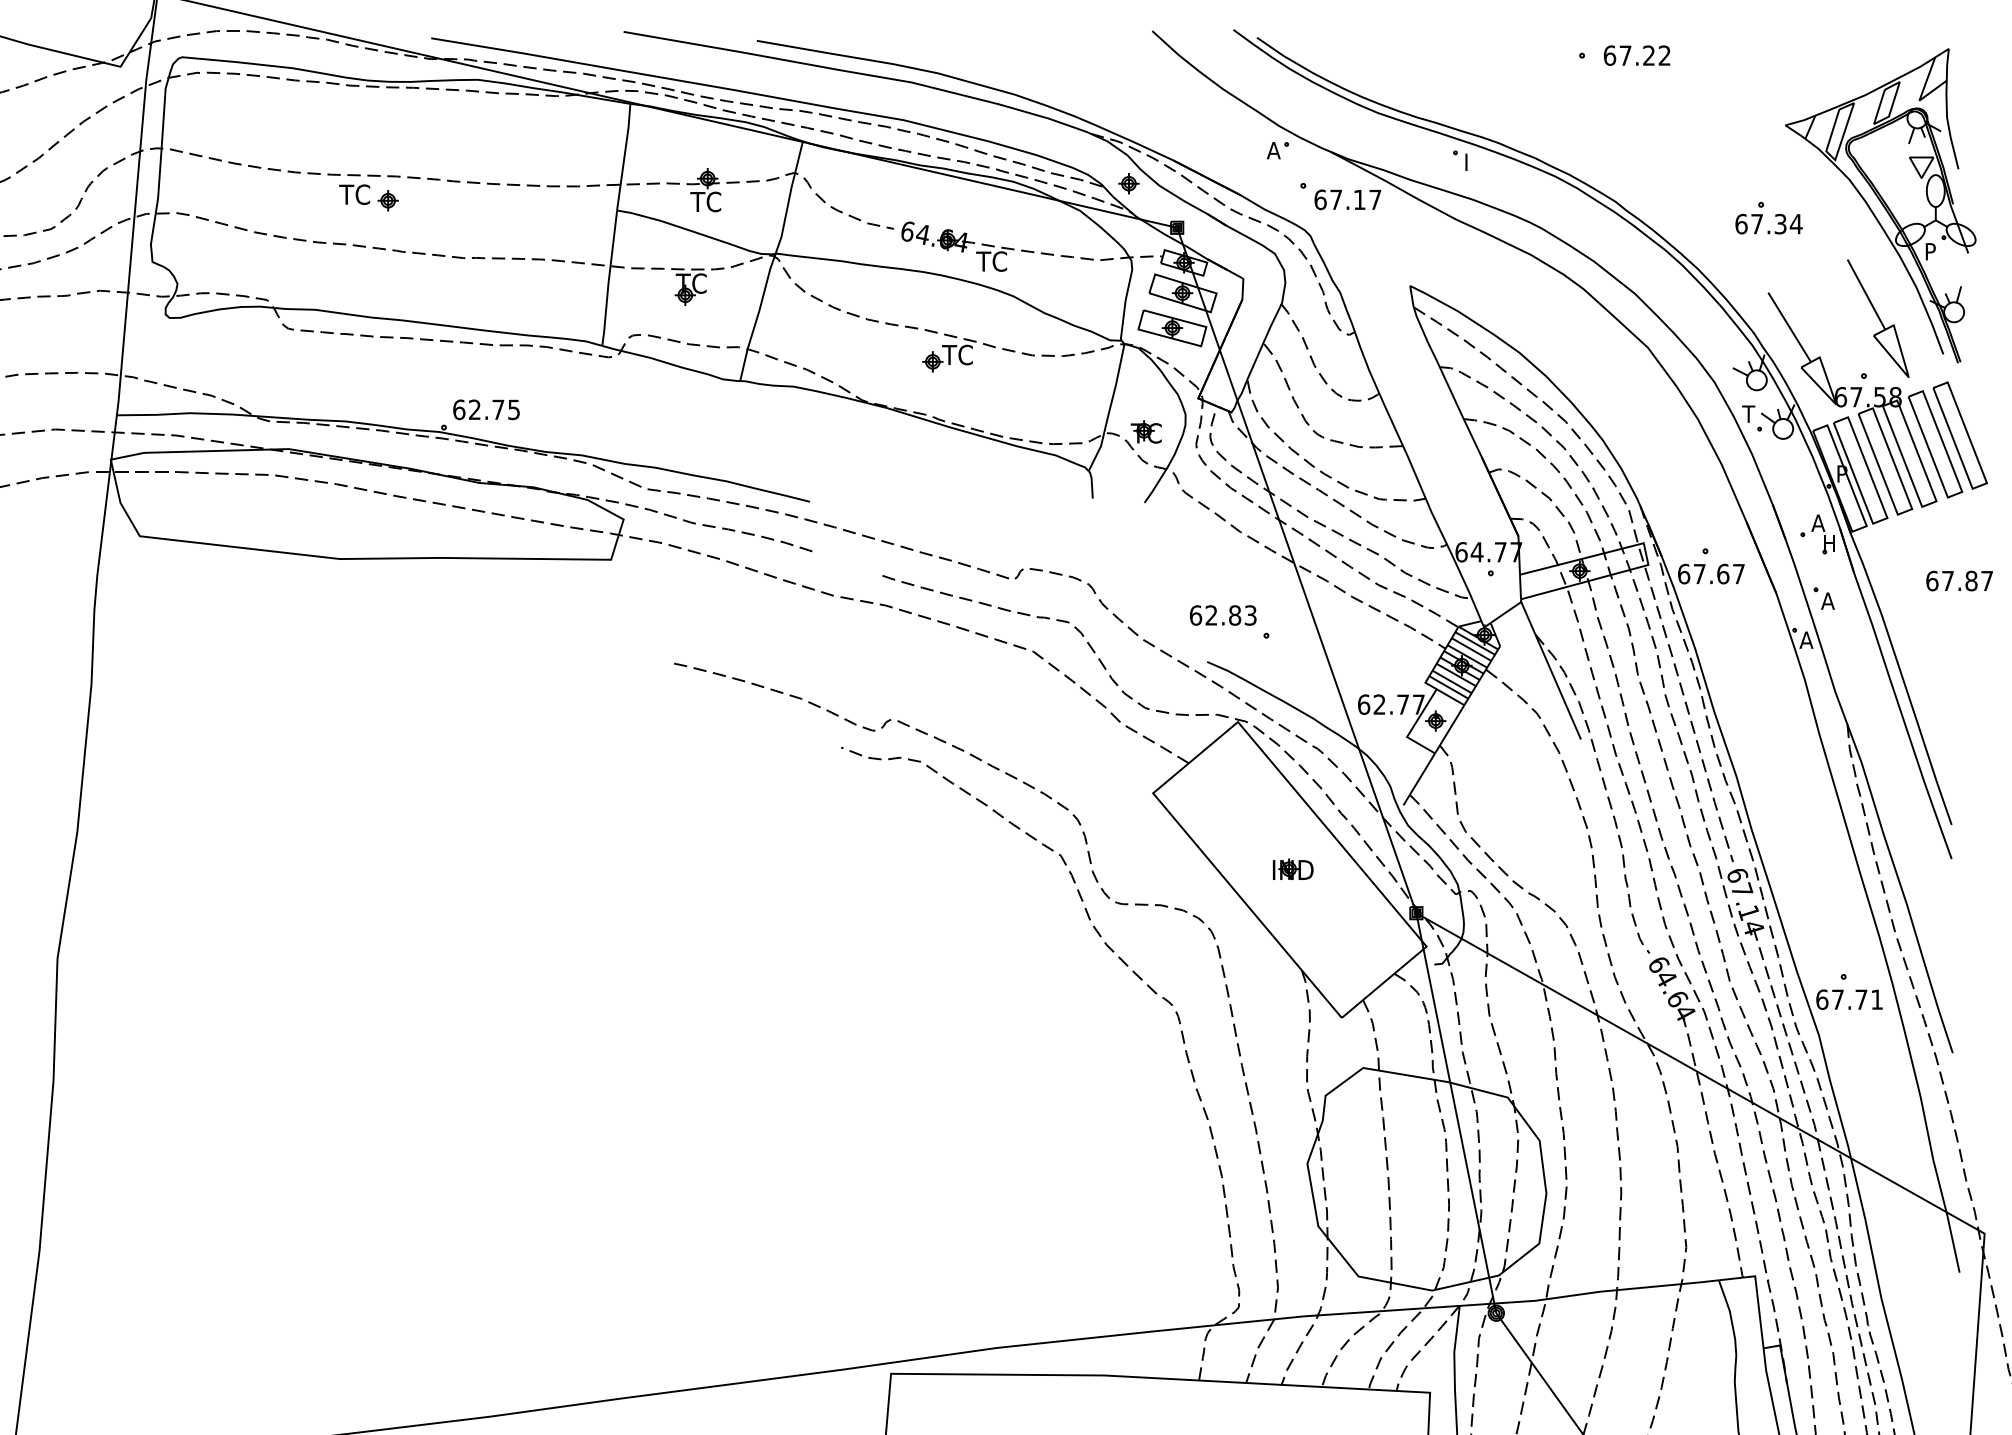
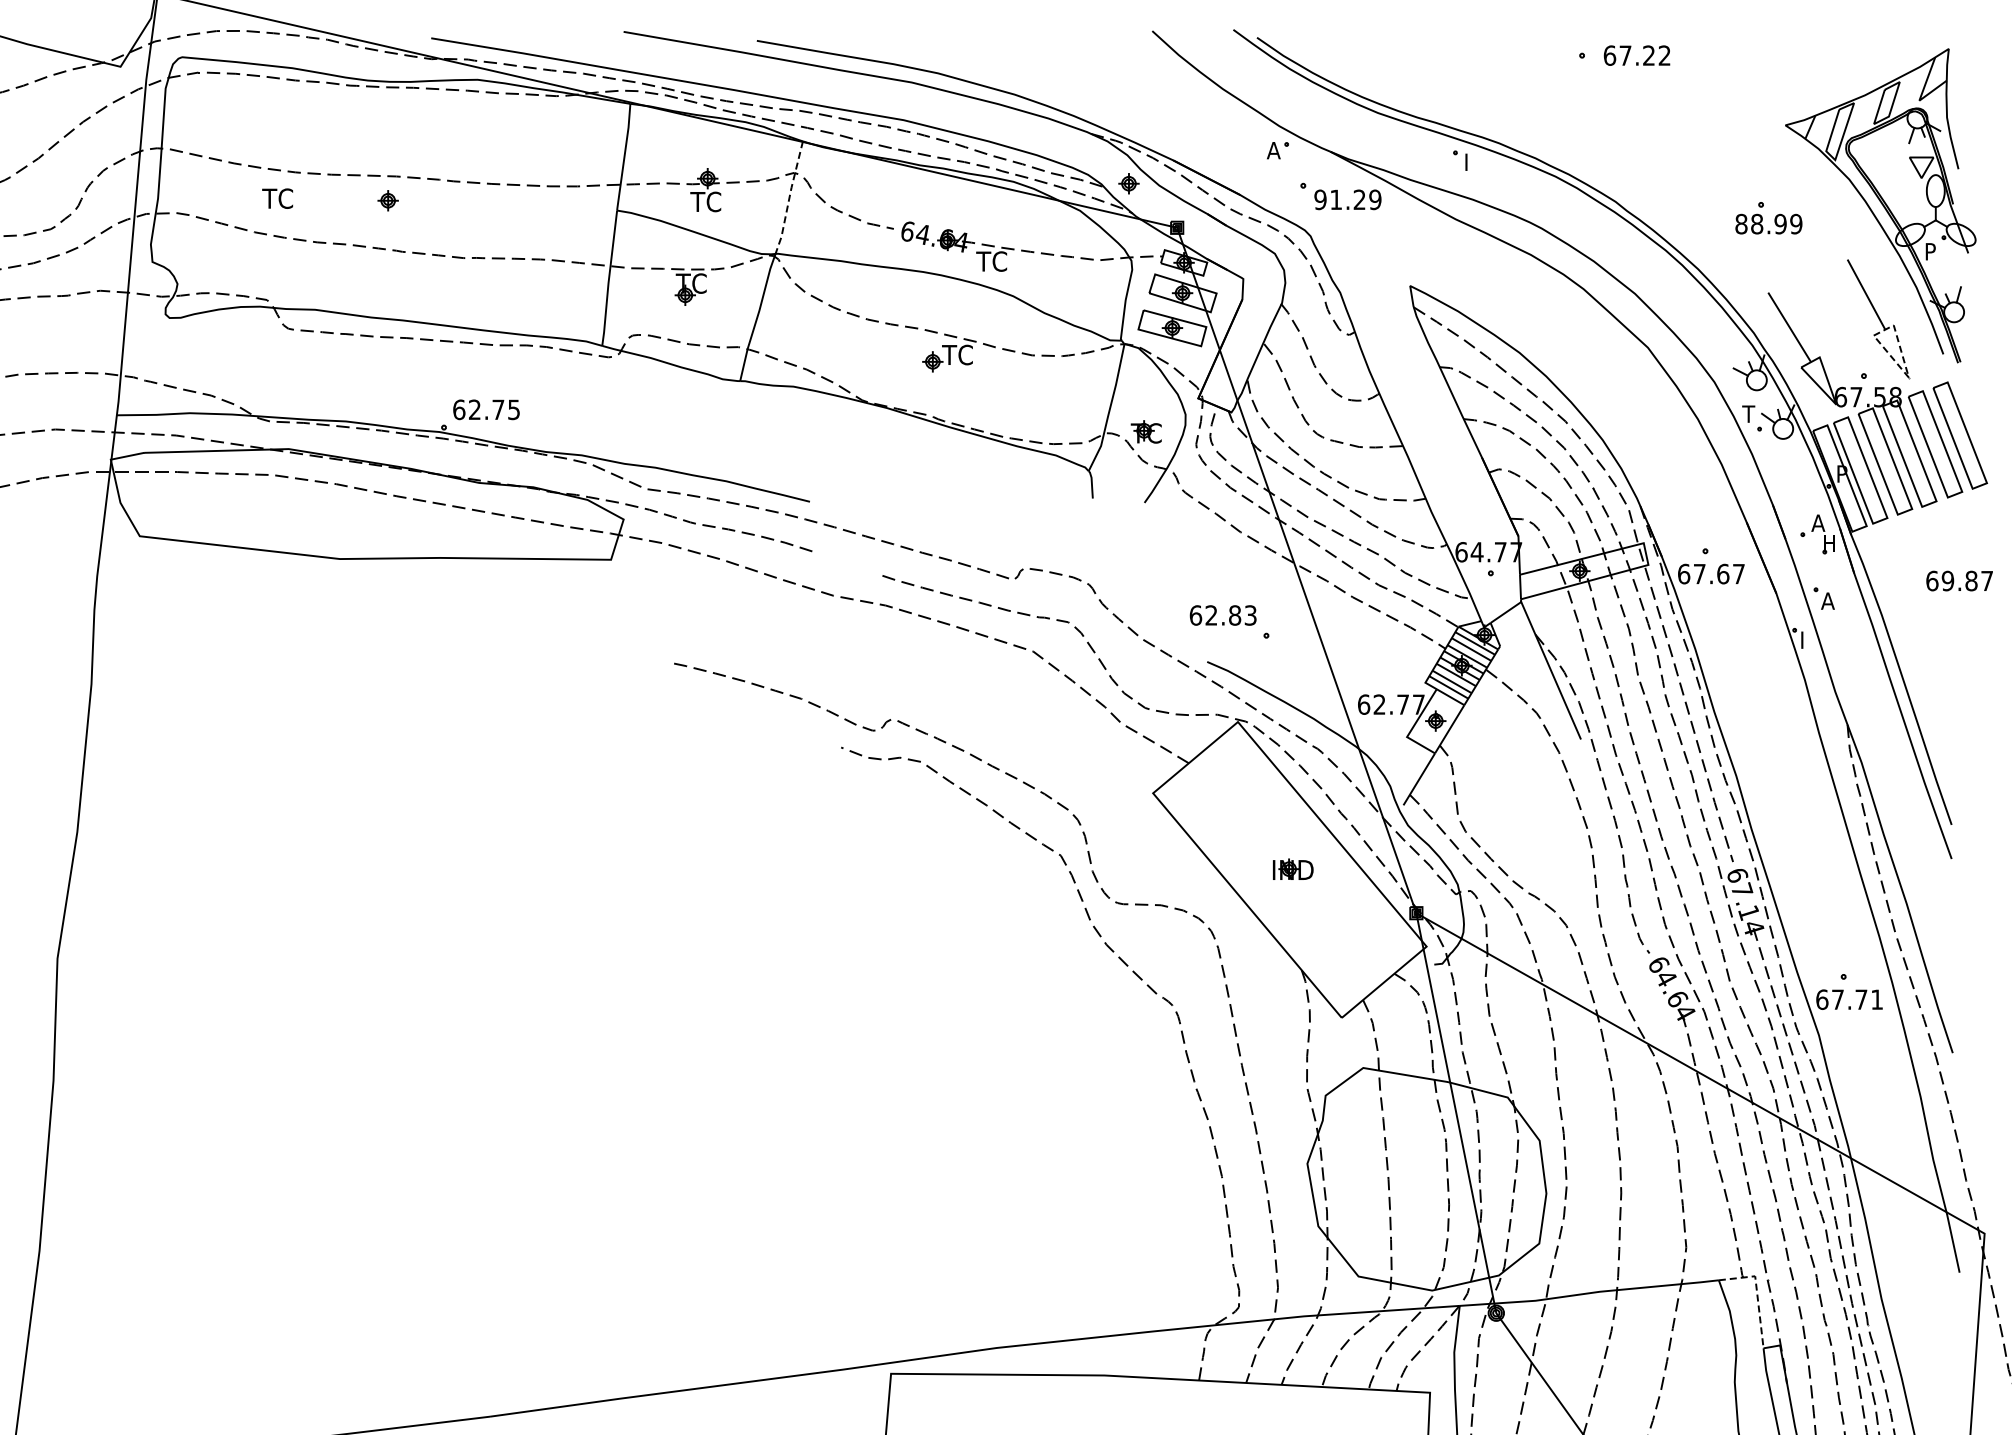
text at (354, 194) position: (354, 194) -> (277, 198)
line at (789, 198): solid -> dashed
text at (1347, 199): 67.17 -> 91.29
text at (1768, 223): 67.34 -> 88.99
line at (1905, 367): solid -> dashed
text at (1947, 580): 67.87 -> 69.87
text at (1806, 639): A -> I
line at (1757, 1294): solid -> dashed
